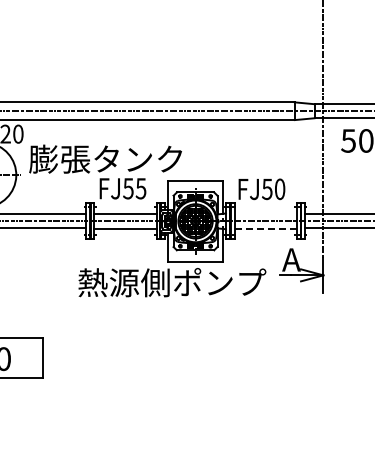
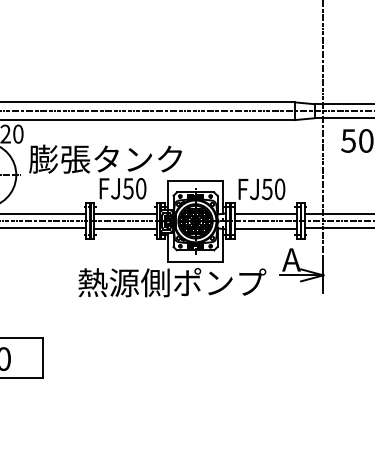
text at (140, 188): FJ55 -> FJ50
line at (265, 214): none -> present
line at (265, 228): dashed -> solid
